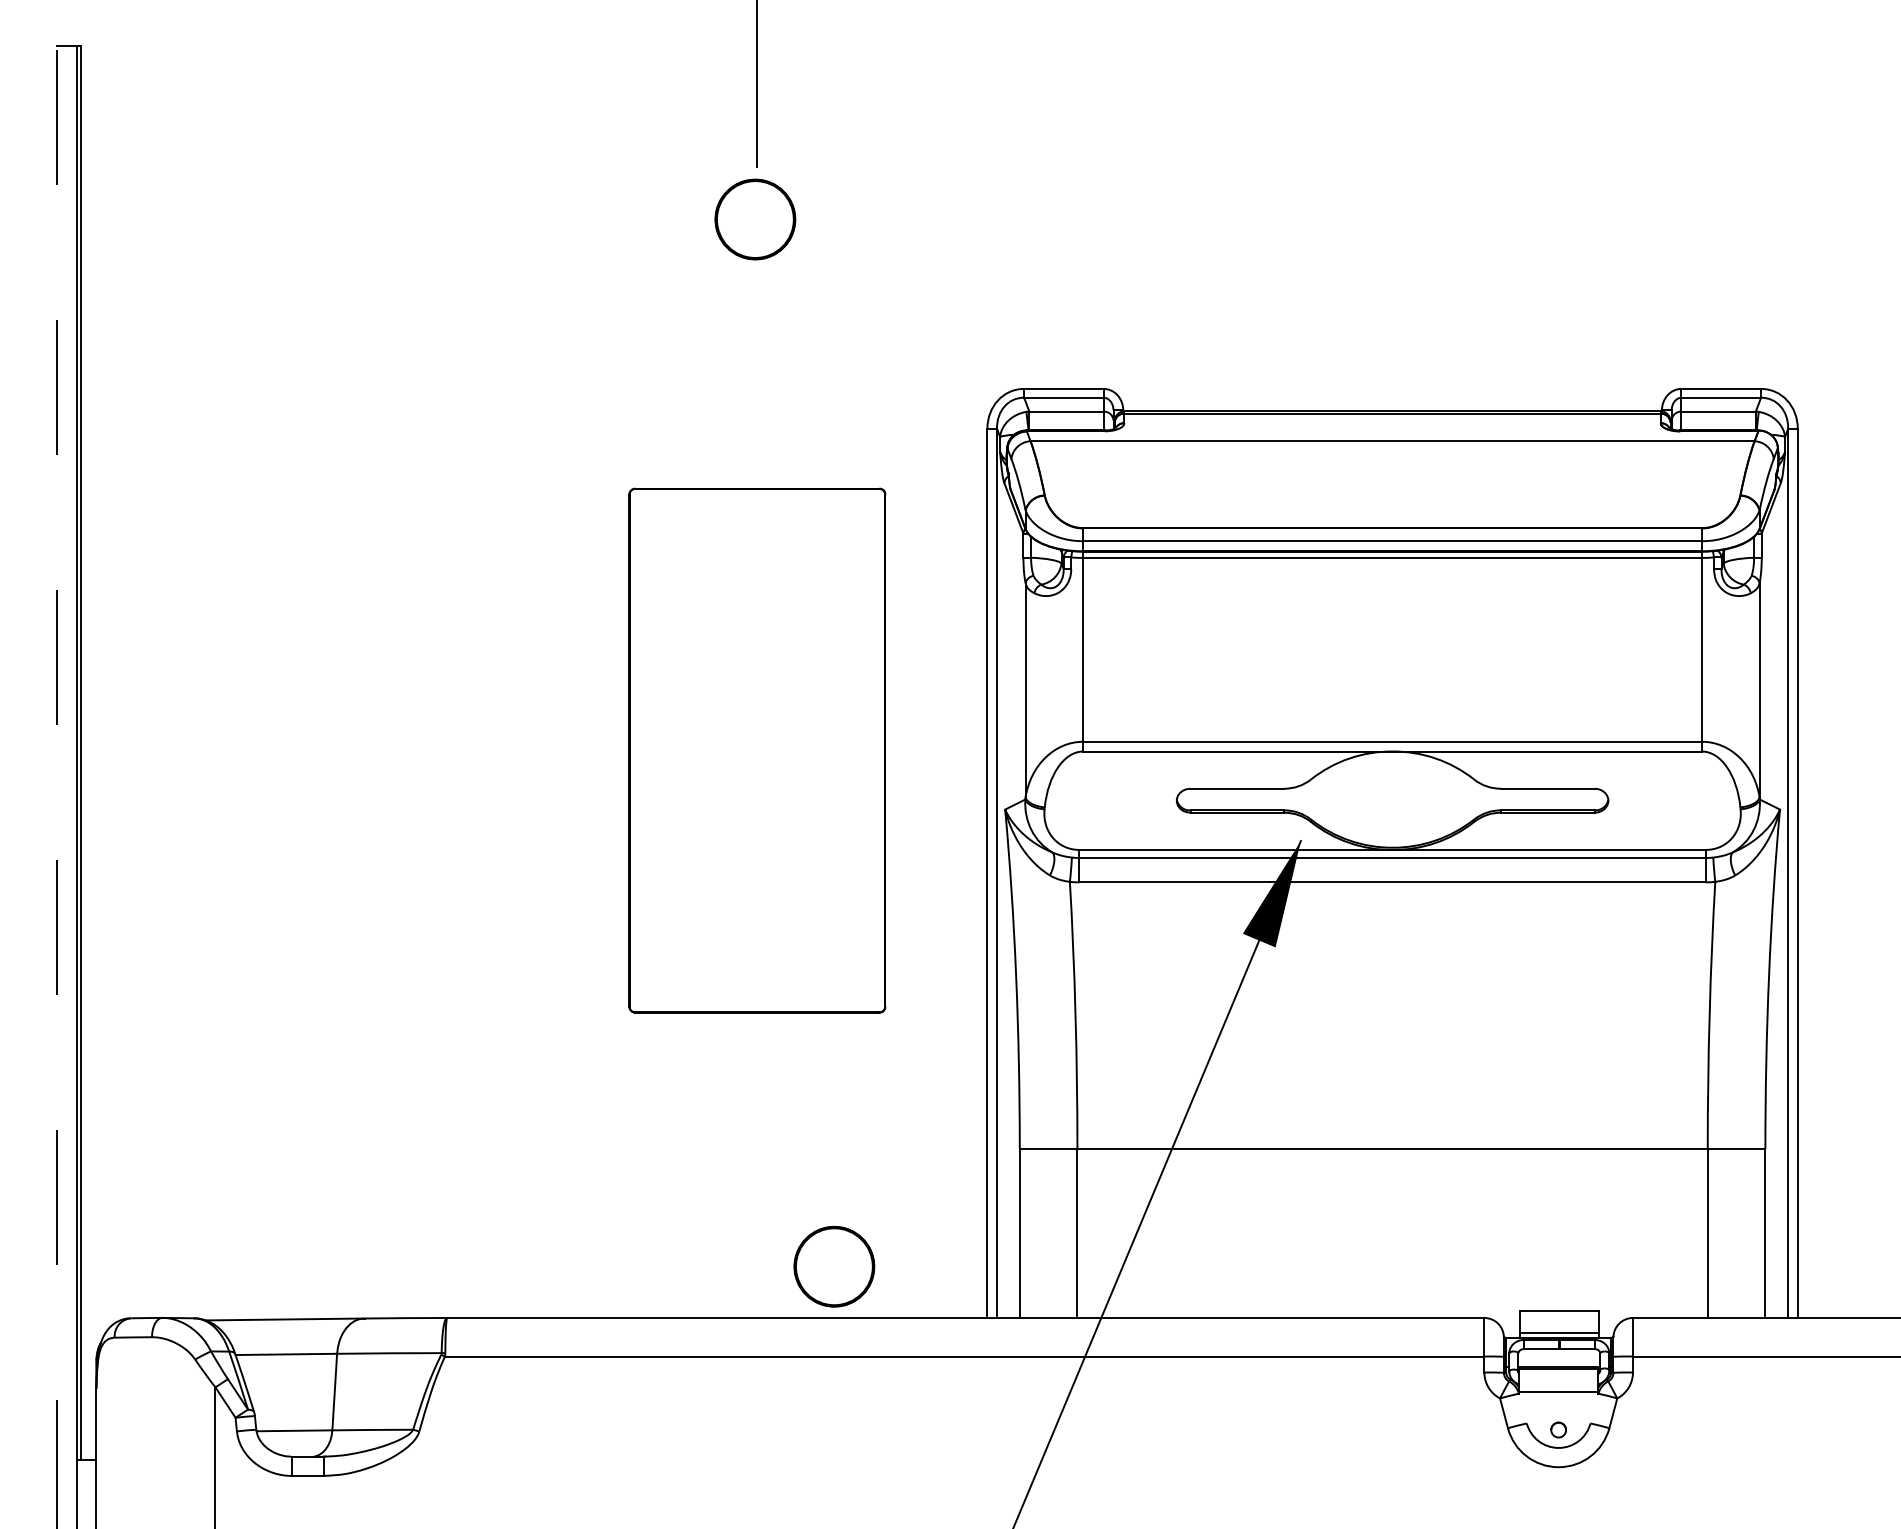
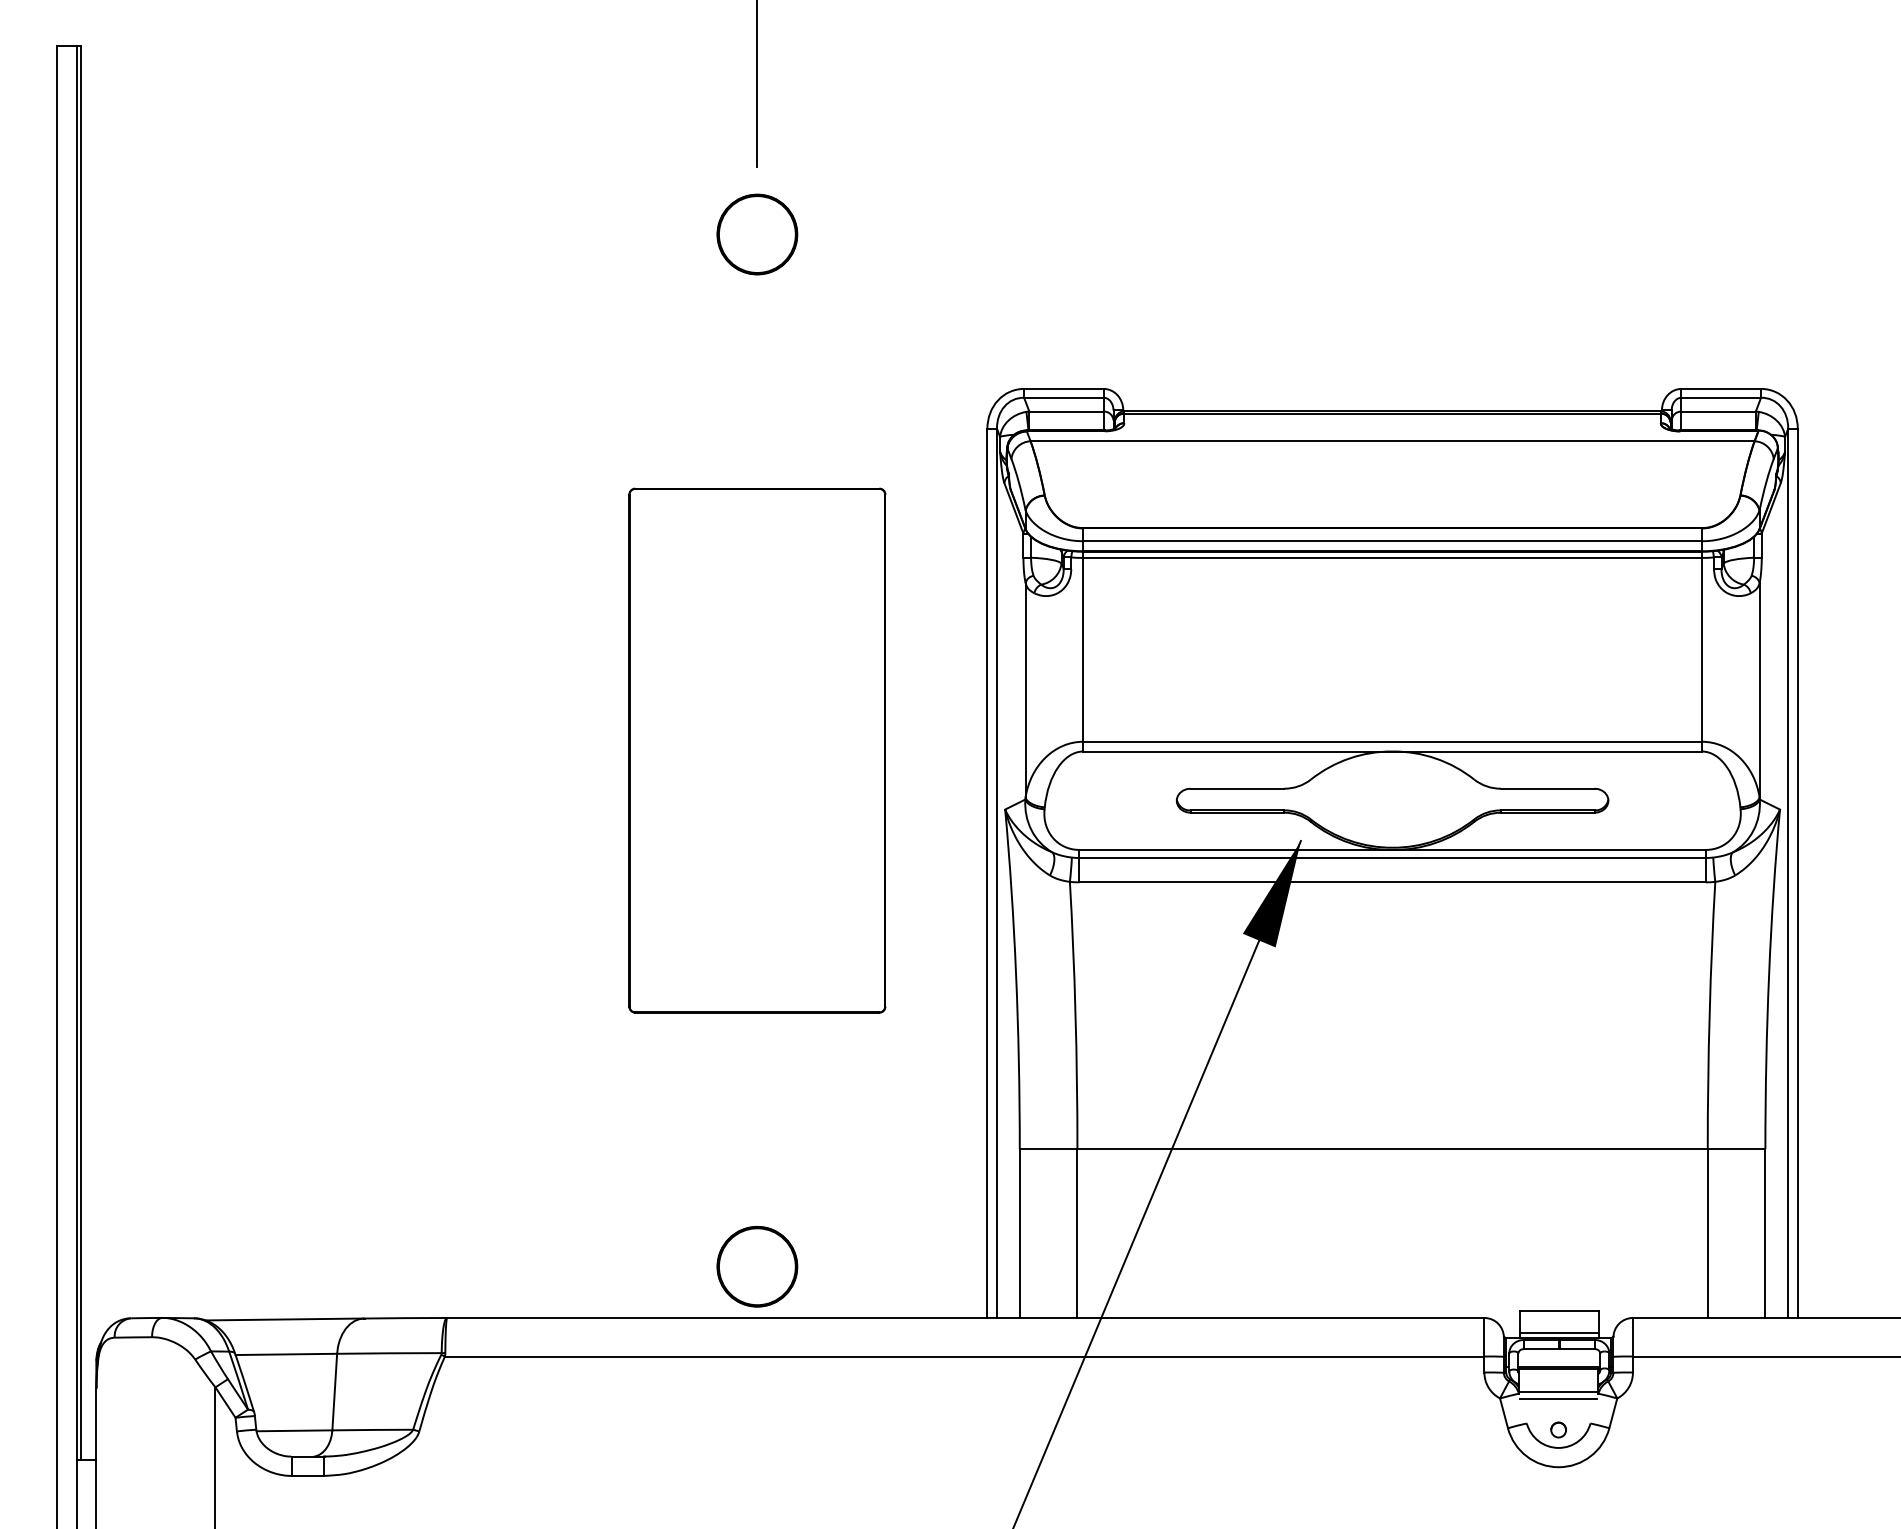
part at (755, 219) position: (755, 219) -> (757, 234)
line at (57, 786): dashed -> solid
part at (834, 1266) position: (834, 1266) -> (757, 1266)
line at (1558, 1399): none -> present
